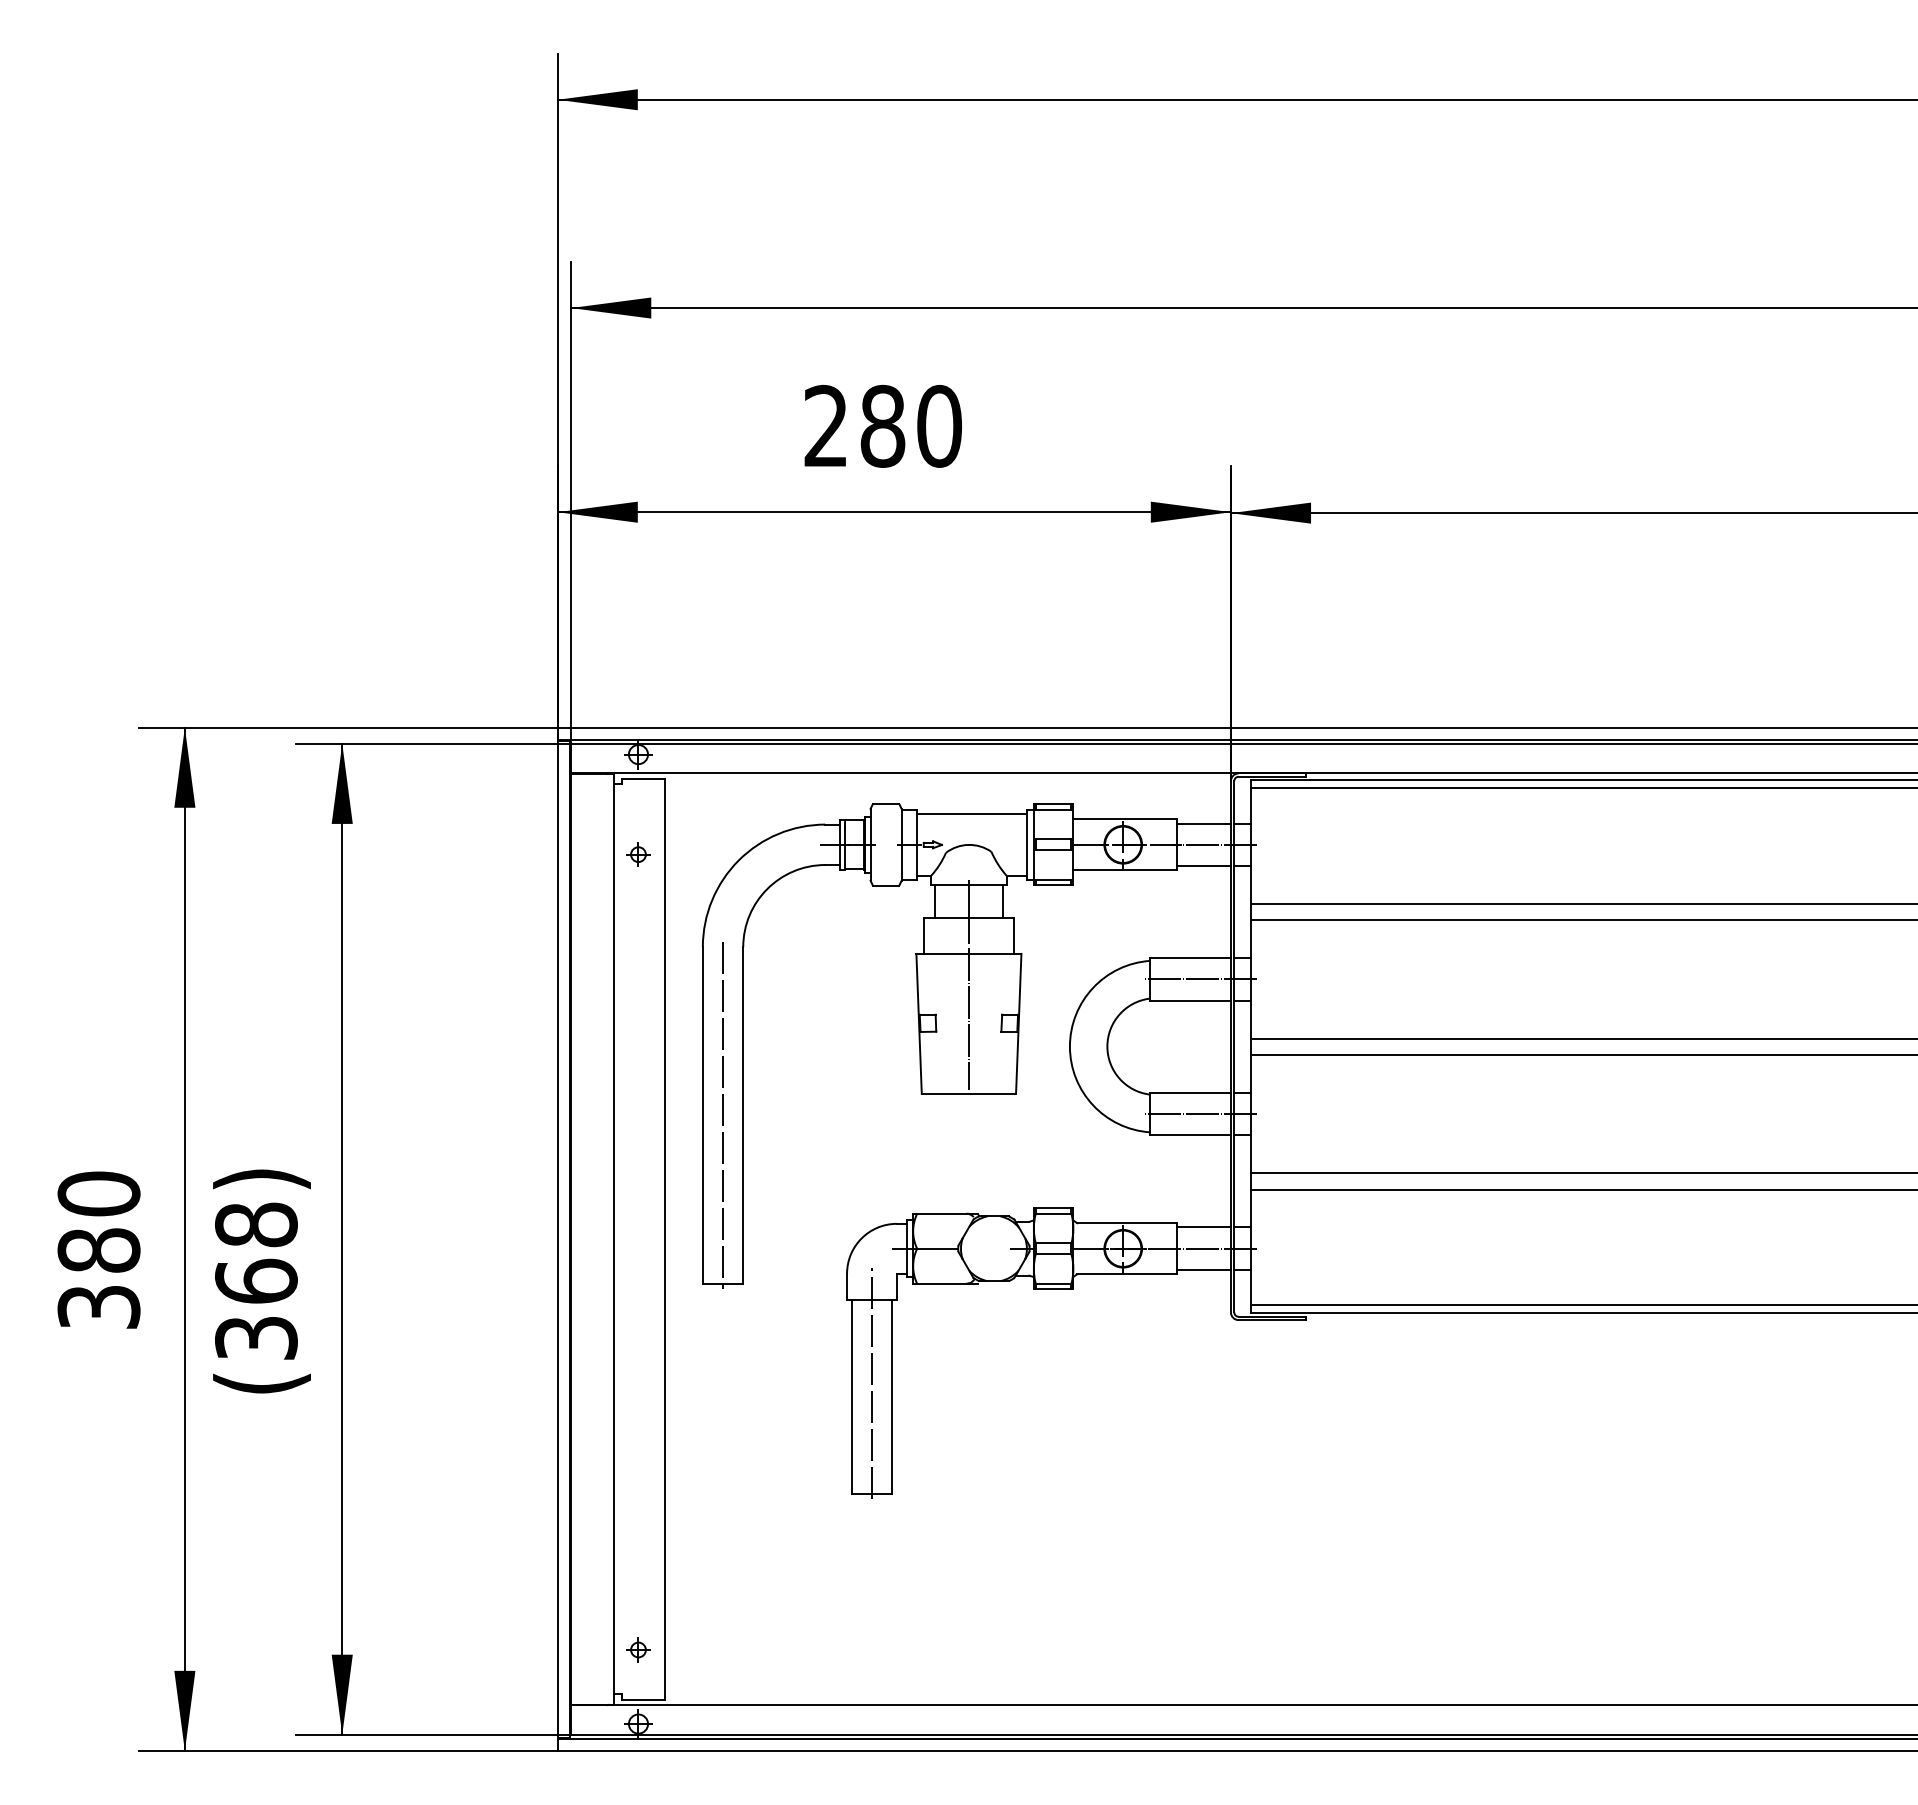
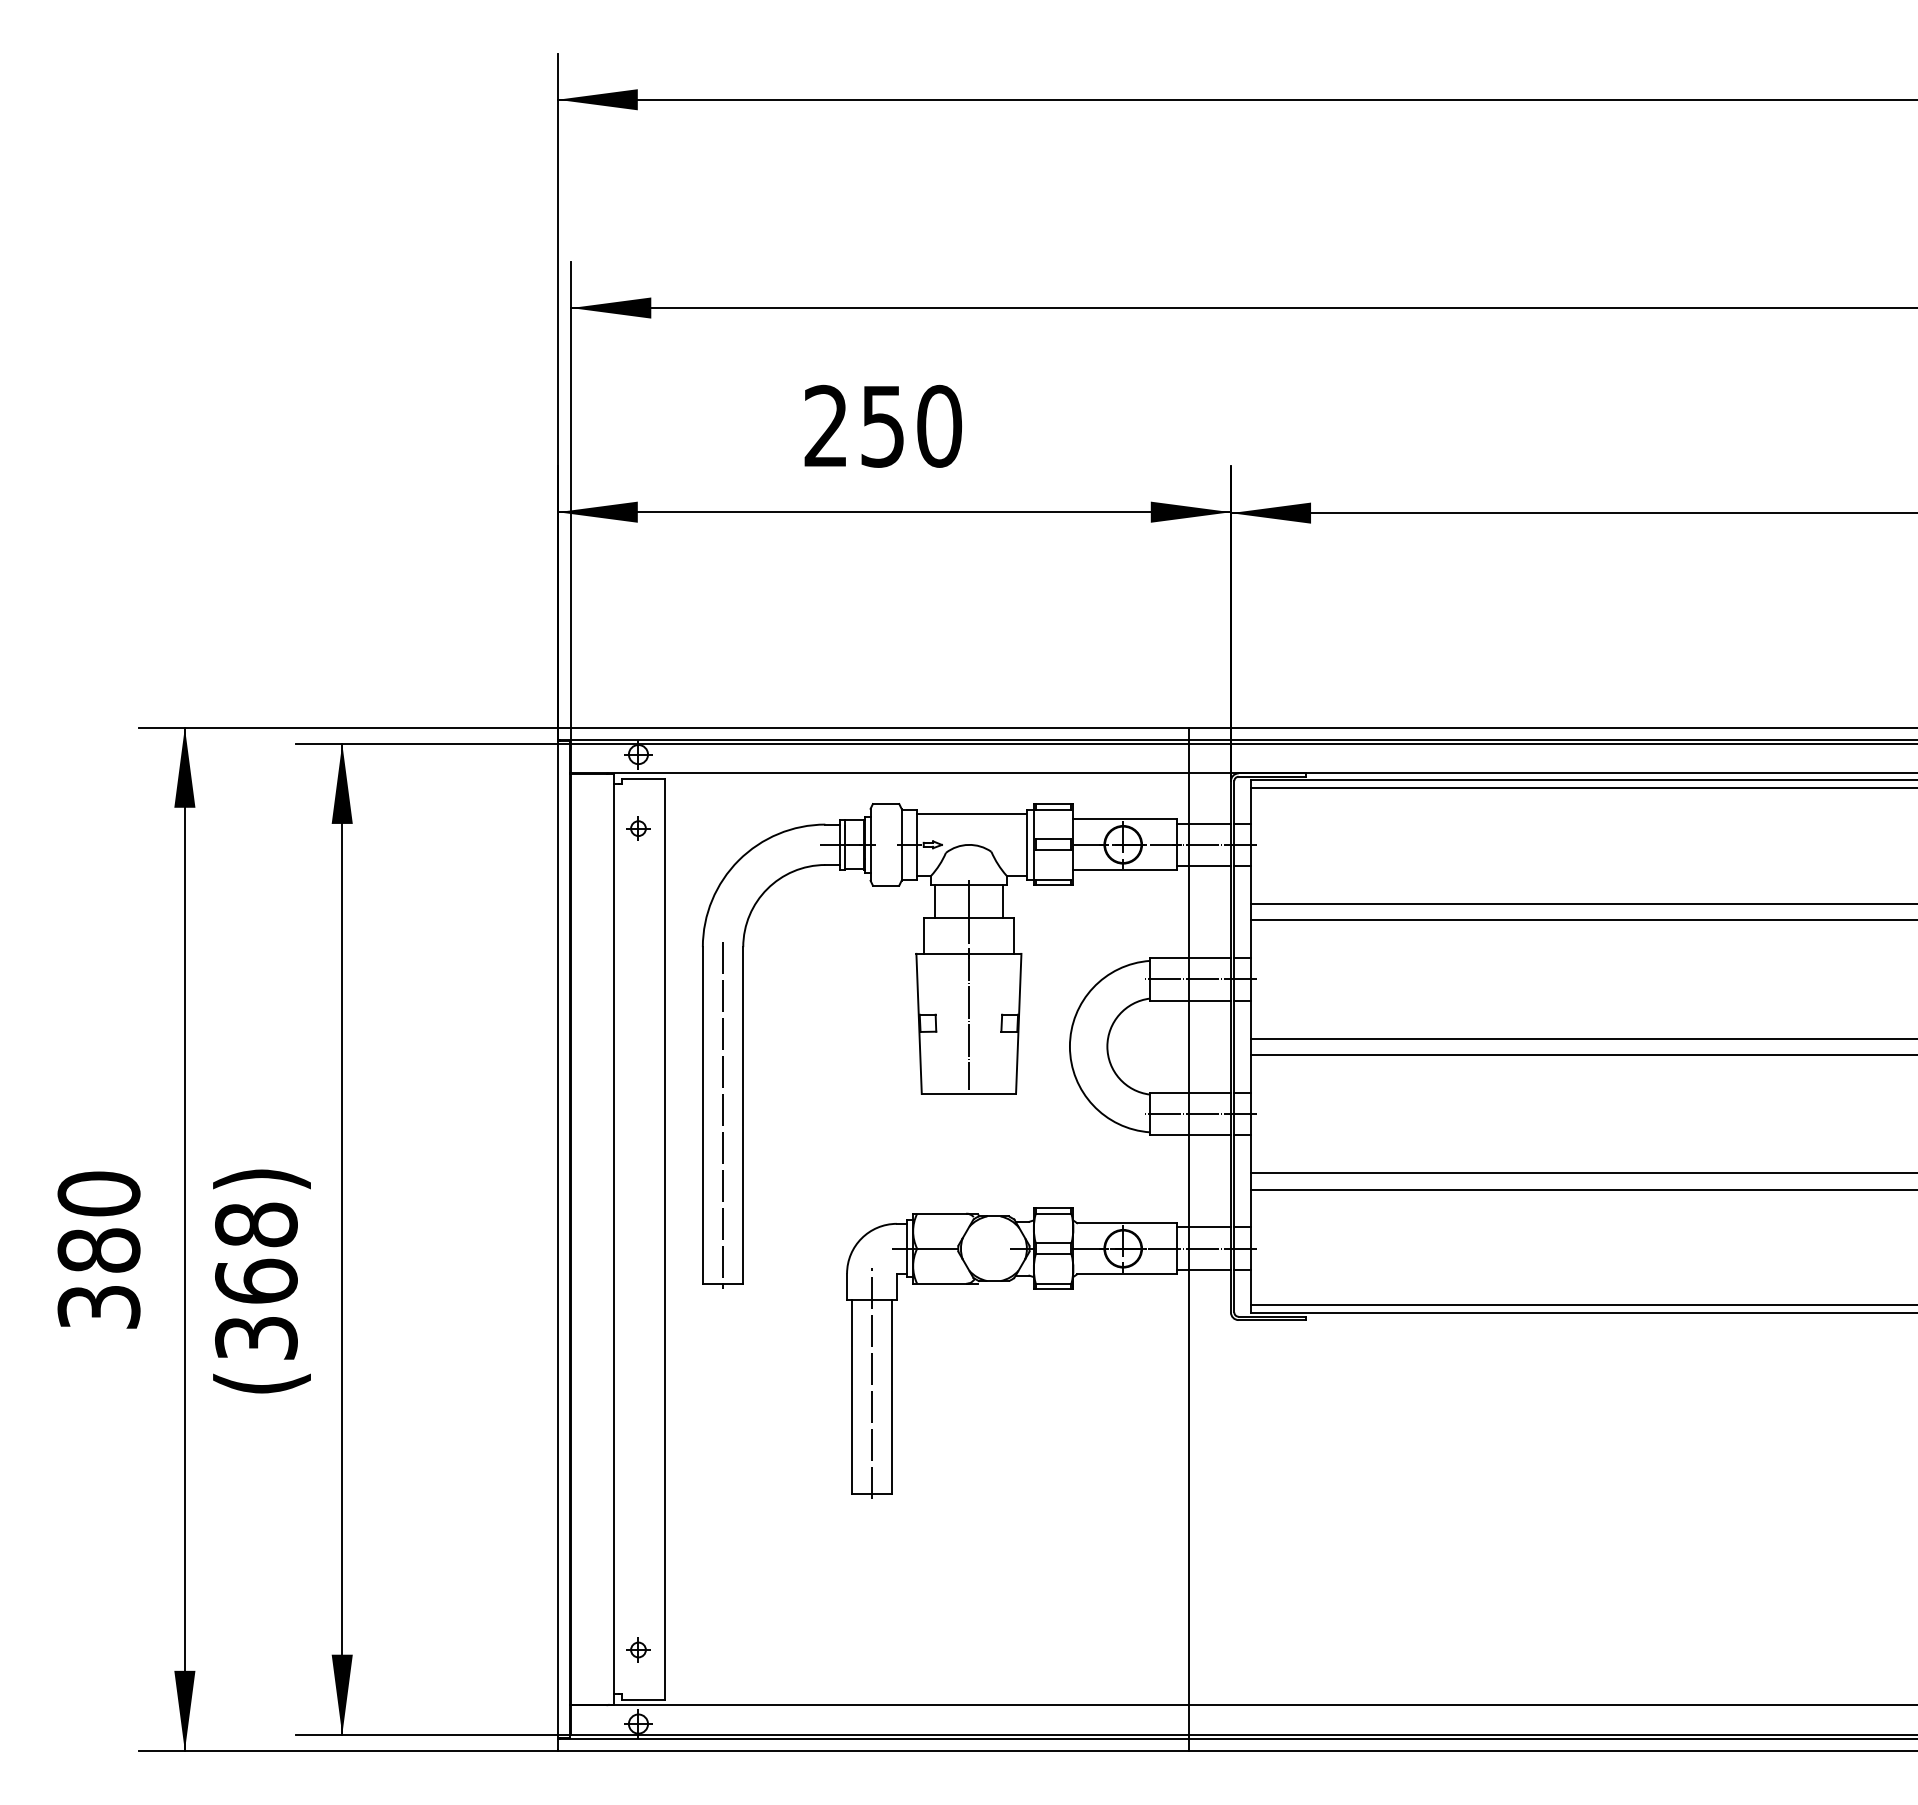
text at (882, 425): 280 -> 250
part at (638, 854) position: (638, 854) -> (638, 828)
line at (1189, 1238): none -> present
